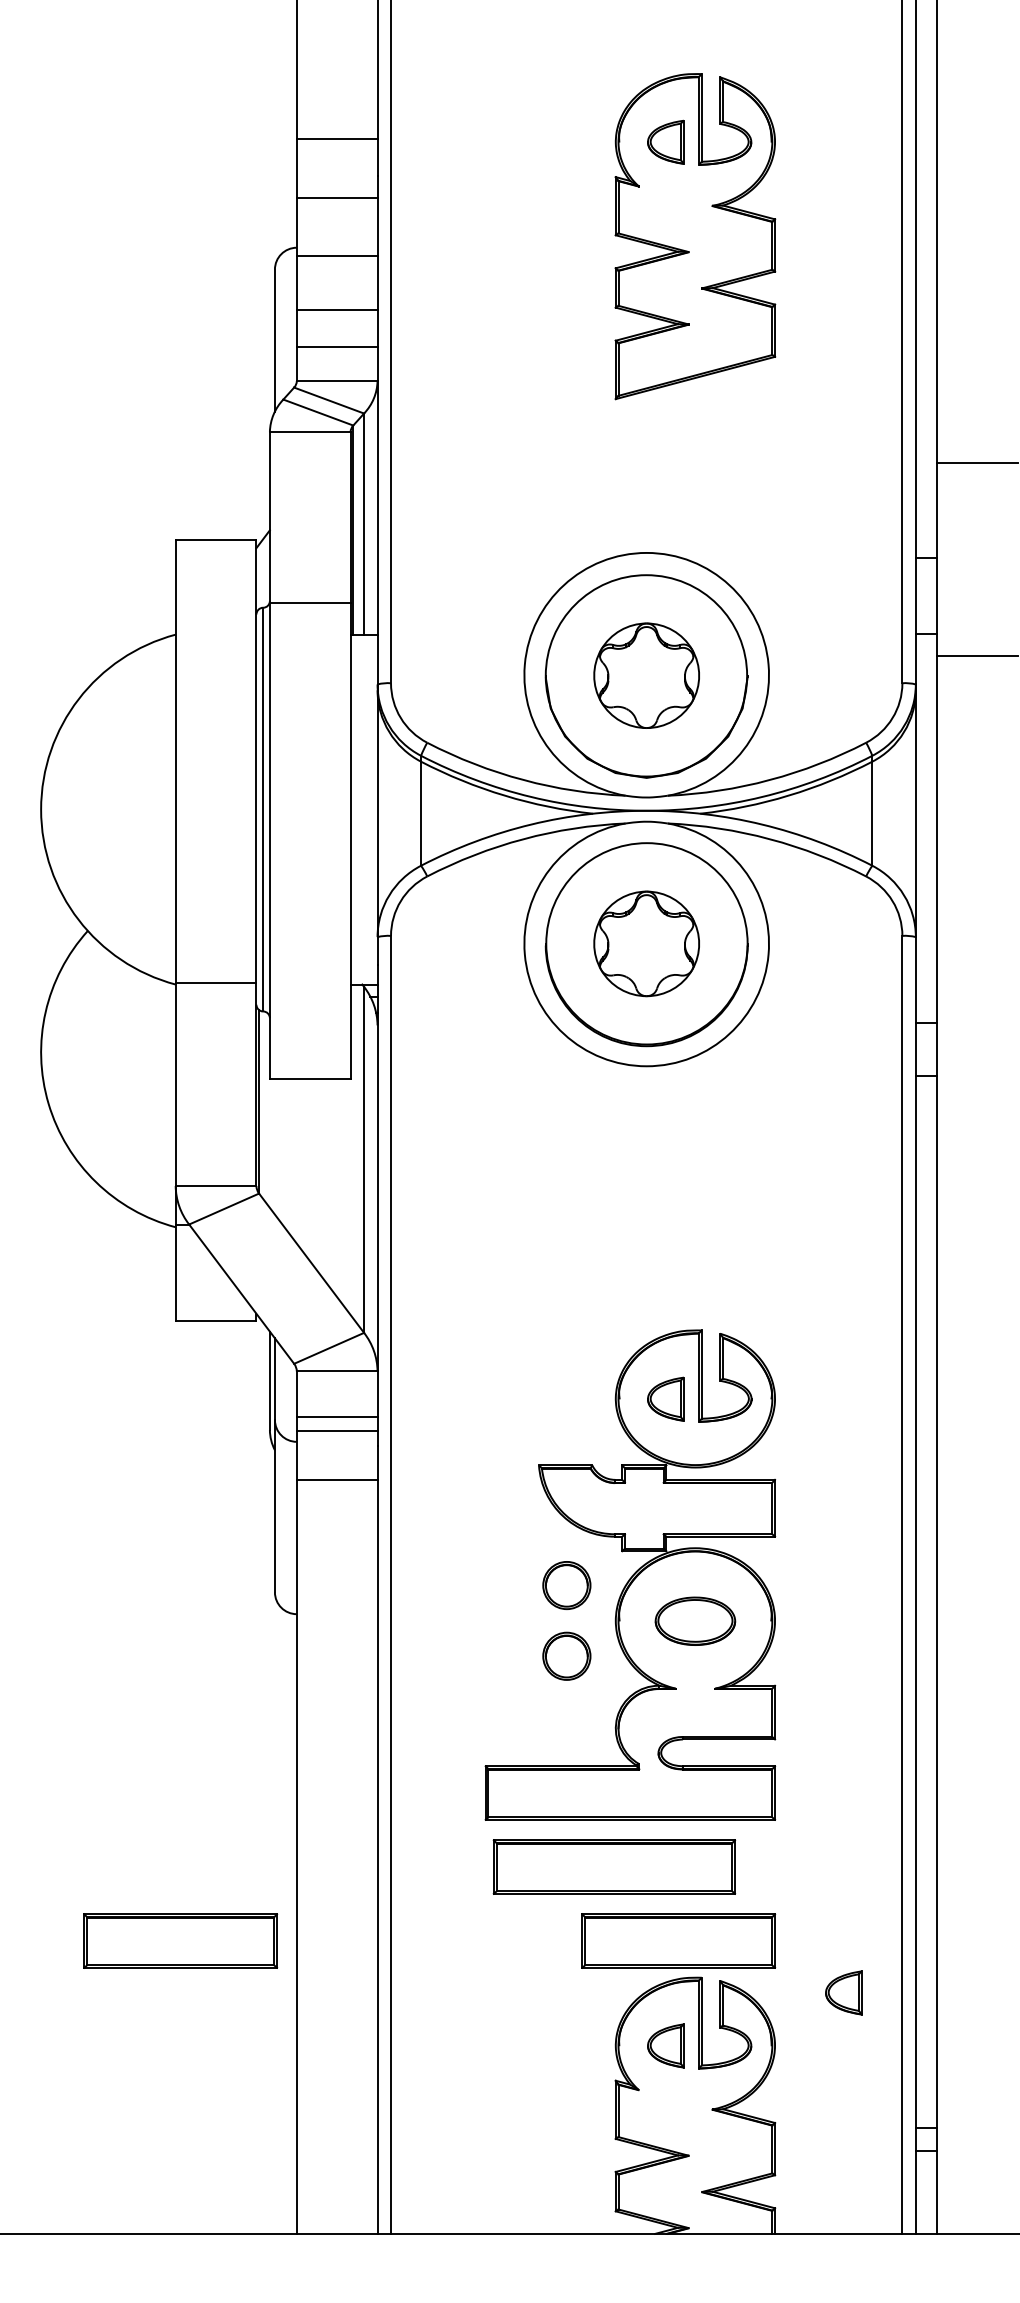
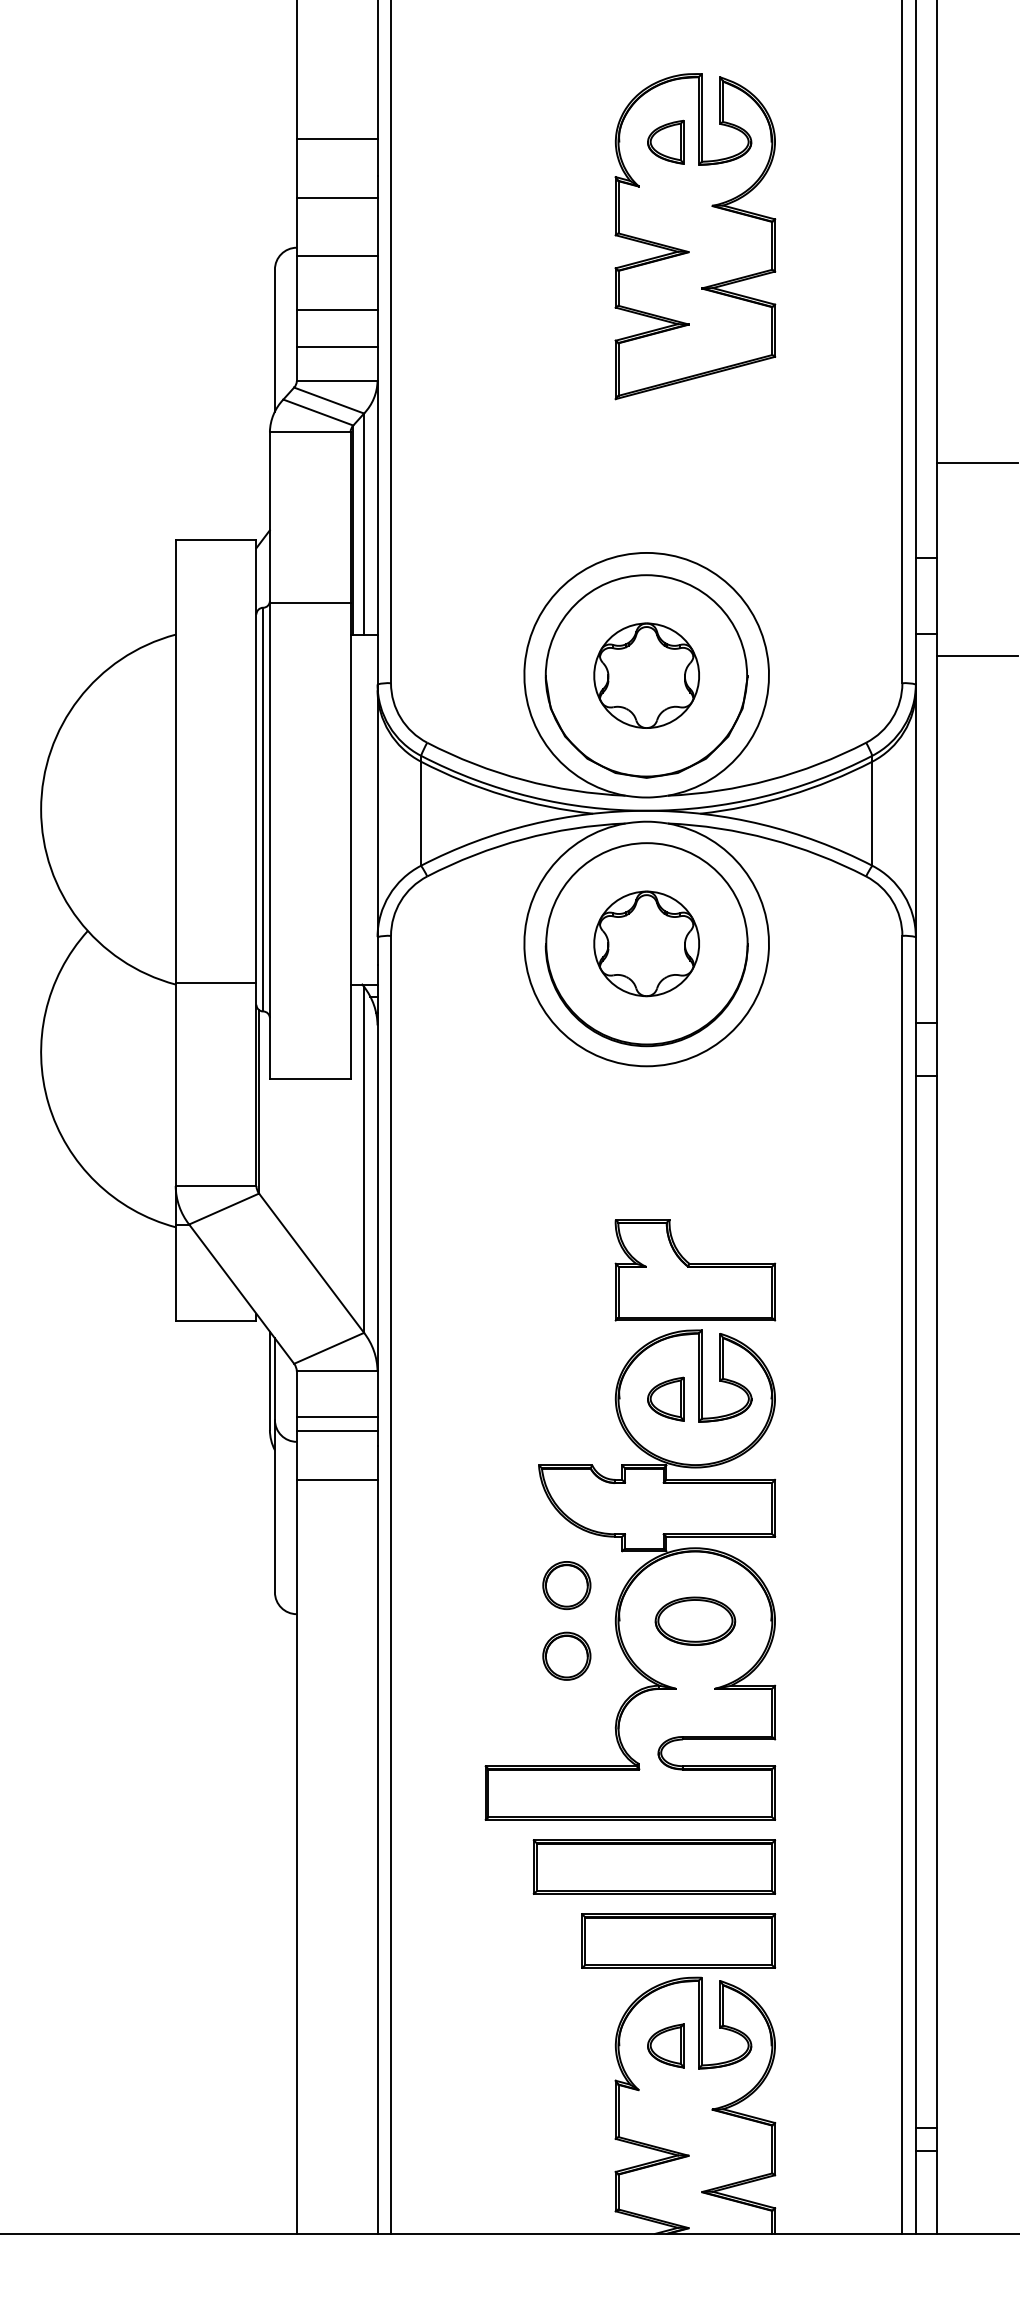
part at (695, 1270): none -> present
part at (614, 1866) position: (614, 1866) -> (654, 1866)
part at (180, 1940): present -> none
part at (843, 1992): present -> none
